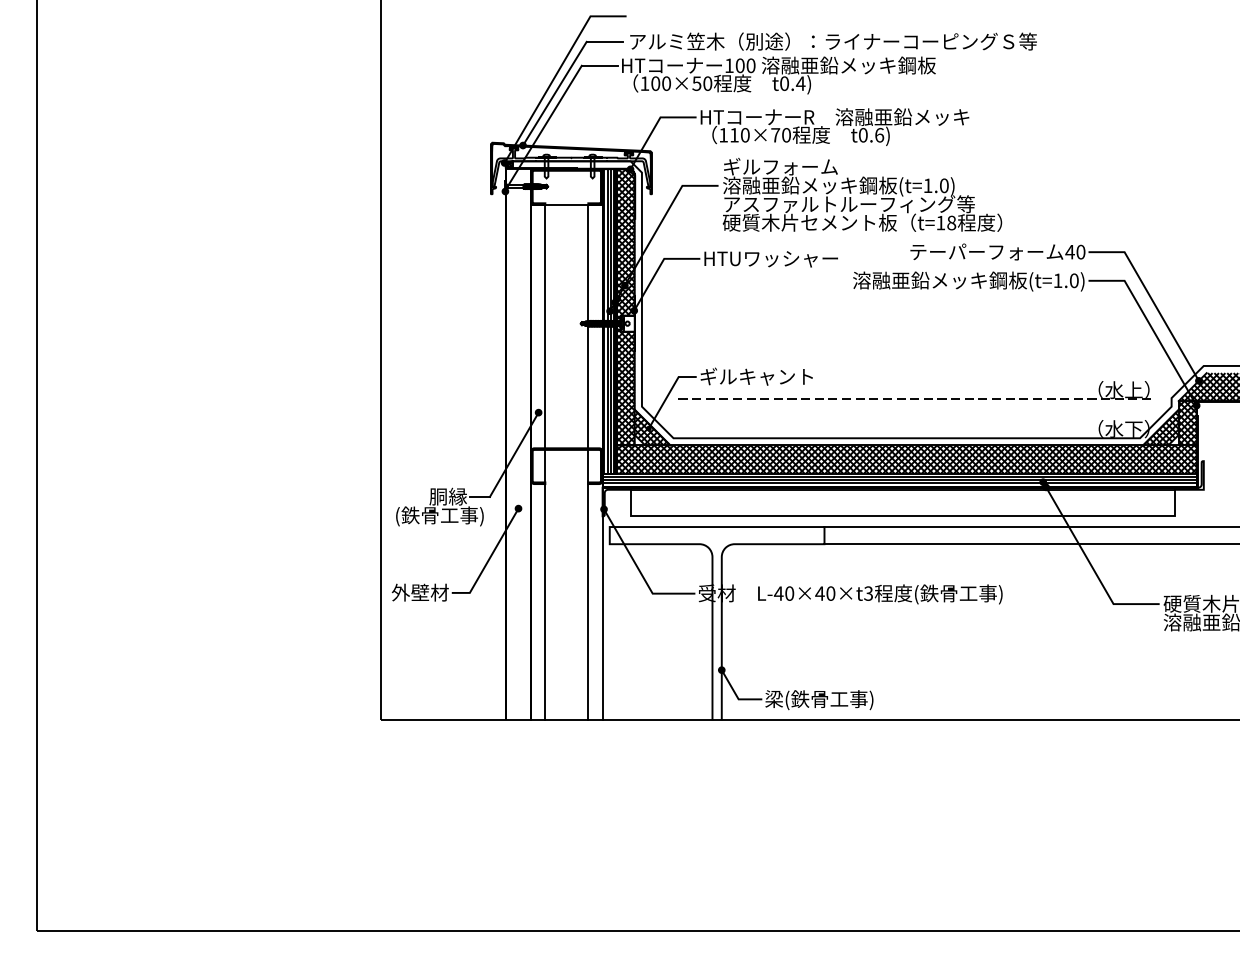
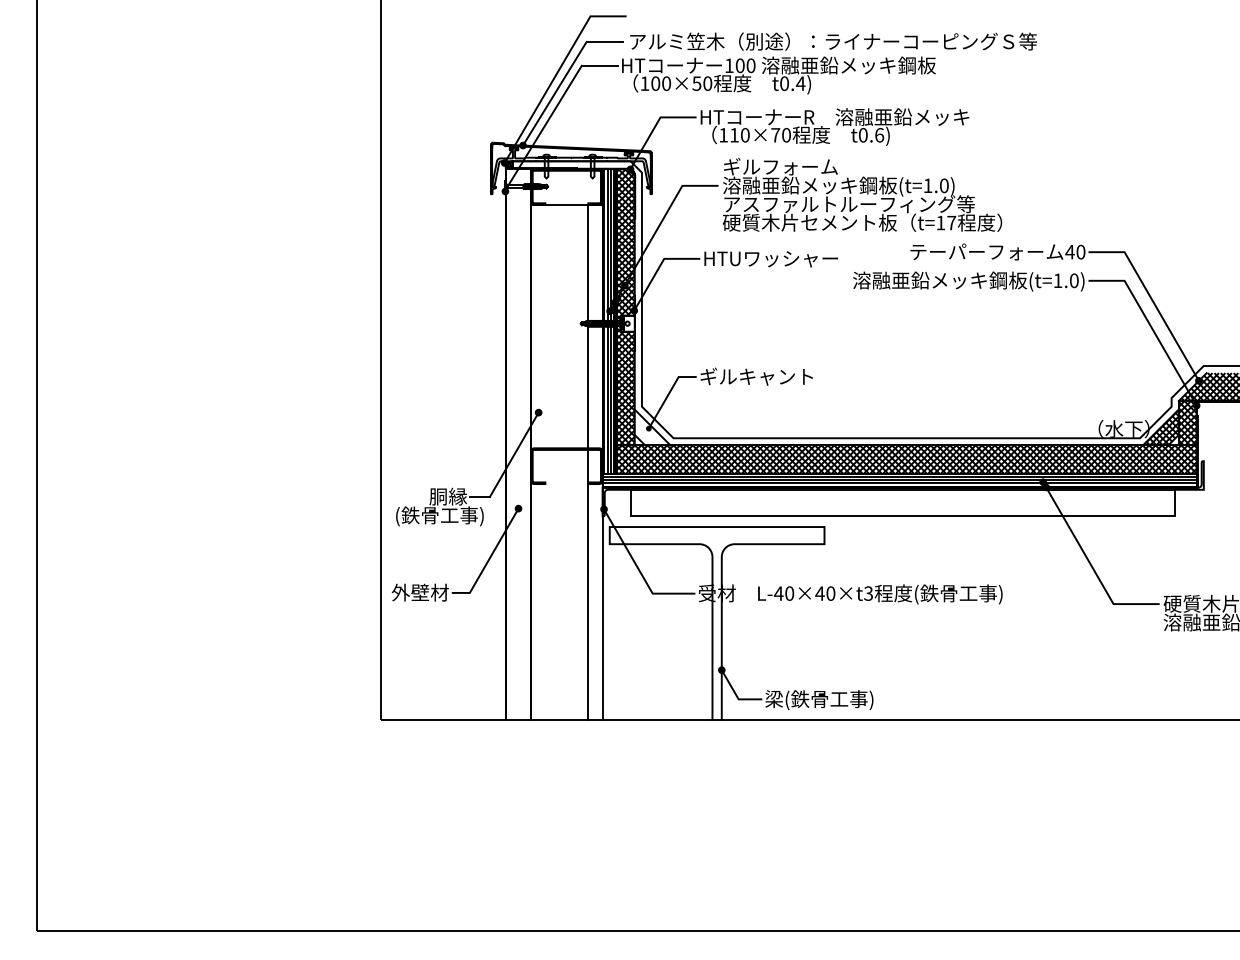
text at (951, 222): t=18 -> t=17
part at (914, 398): present -> none
hatch at (652, 427): present -> none
line at (545, 462): present -> none
line at (1030, 527): present -> none
line at (1030, 544): present -> none
